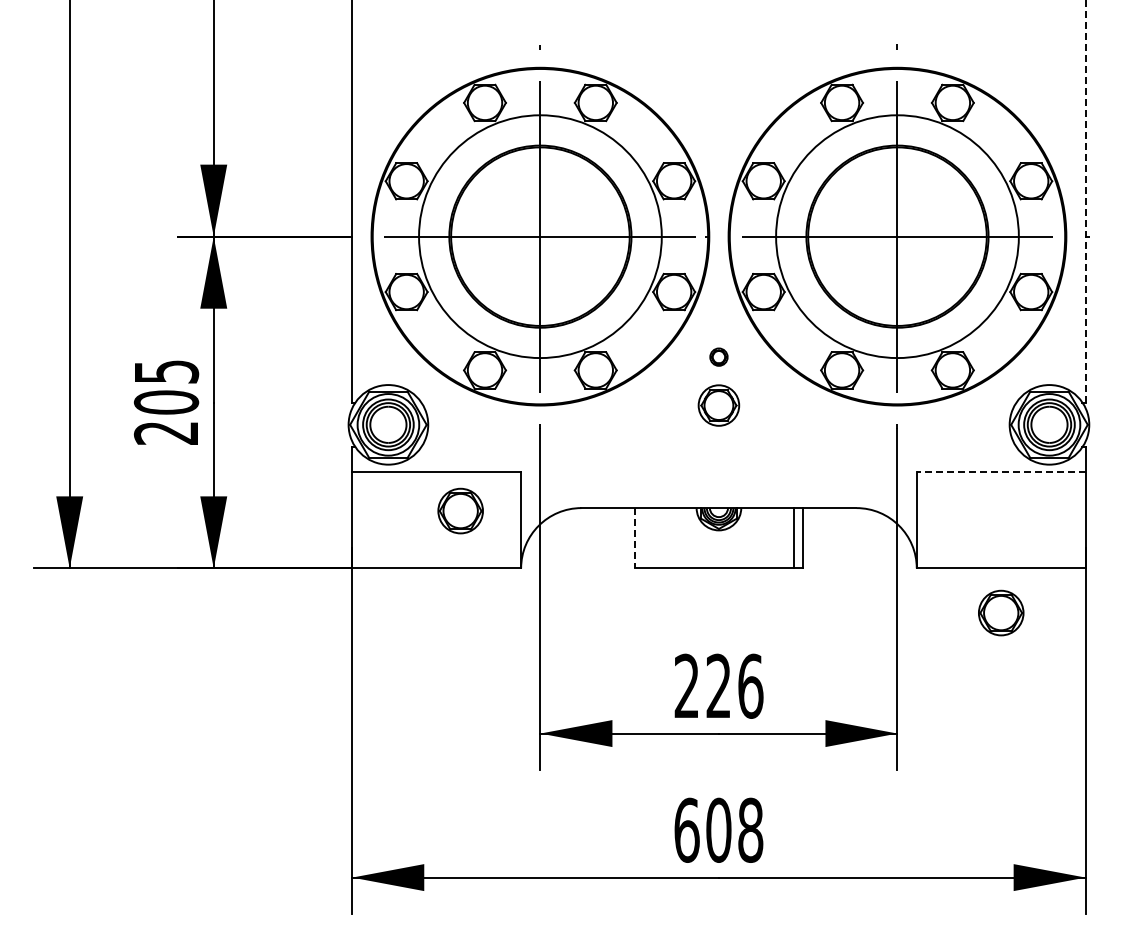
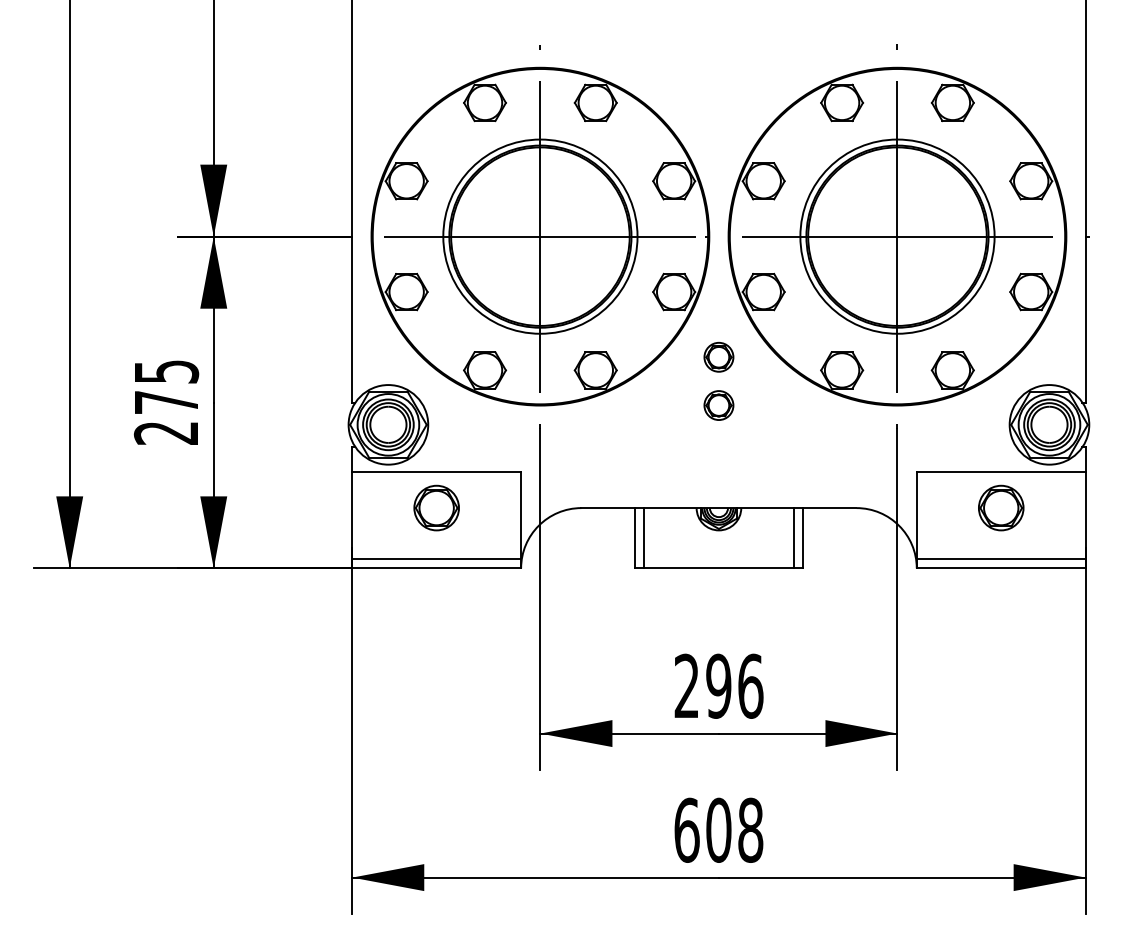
line at (1085, 200): dashed -> solid
circle at (540, 236) diameter: 243 px -> 194 px
circle at (897, 236) diameter: 243 px -> 194 px
part at (718, 356) size: 20x20 px -> 32x32 px
text at (166, 402): 205 -> 275
part at (718, 405) size: 44x43 px -> 32x31 px
line at (1000, 471): dashed -> solid
part at (460, 510) position: (460, 510) -> (436, 507)
line at (634, 538): dashed -> solid
line at (644, 538): none -> present
line at (436, 558): none -> present
line at (1000, 558): none -> present
part at (1001, 612) position: (1001, 612) -> (1001, 507)
text at (718, 685): 226 -> 296
